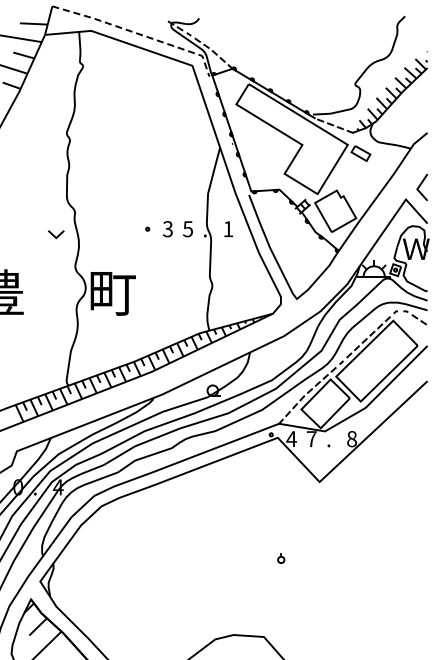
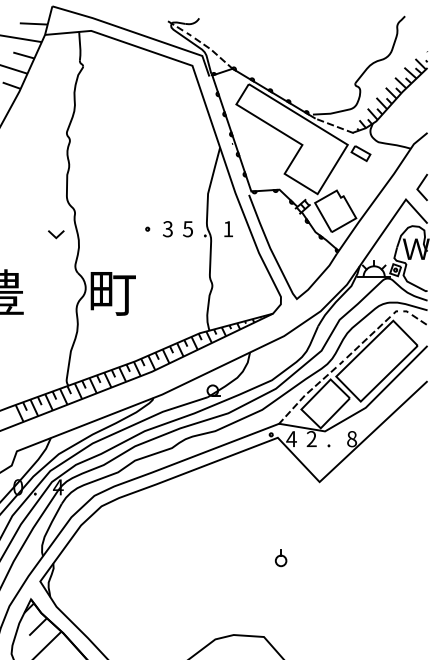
line at (138, 33): dashed -> solid
text at (311, 439): 7 -> 2
part at (281, 558) size: 9x11 px -> 13x19 px
